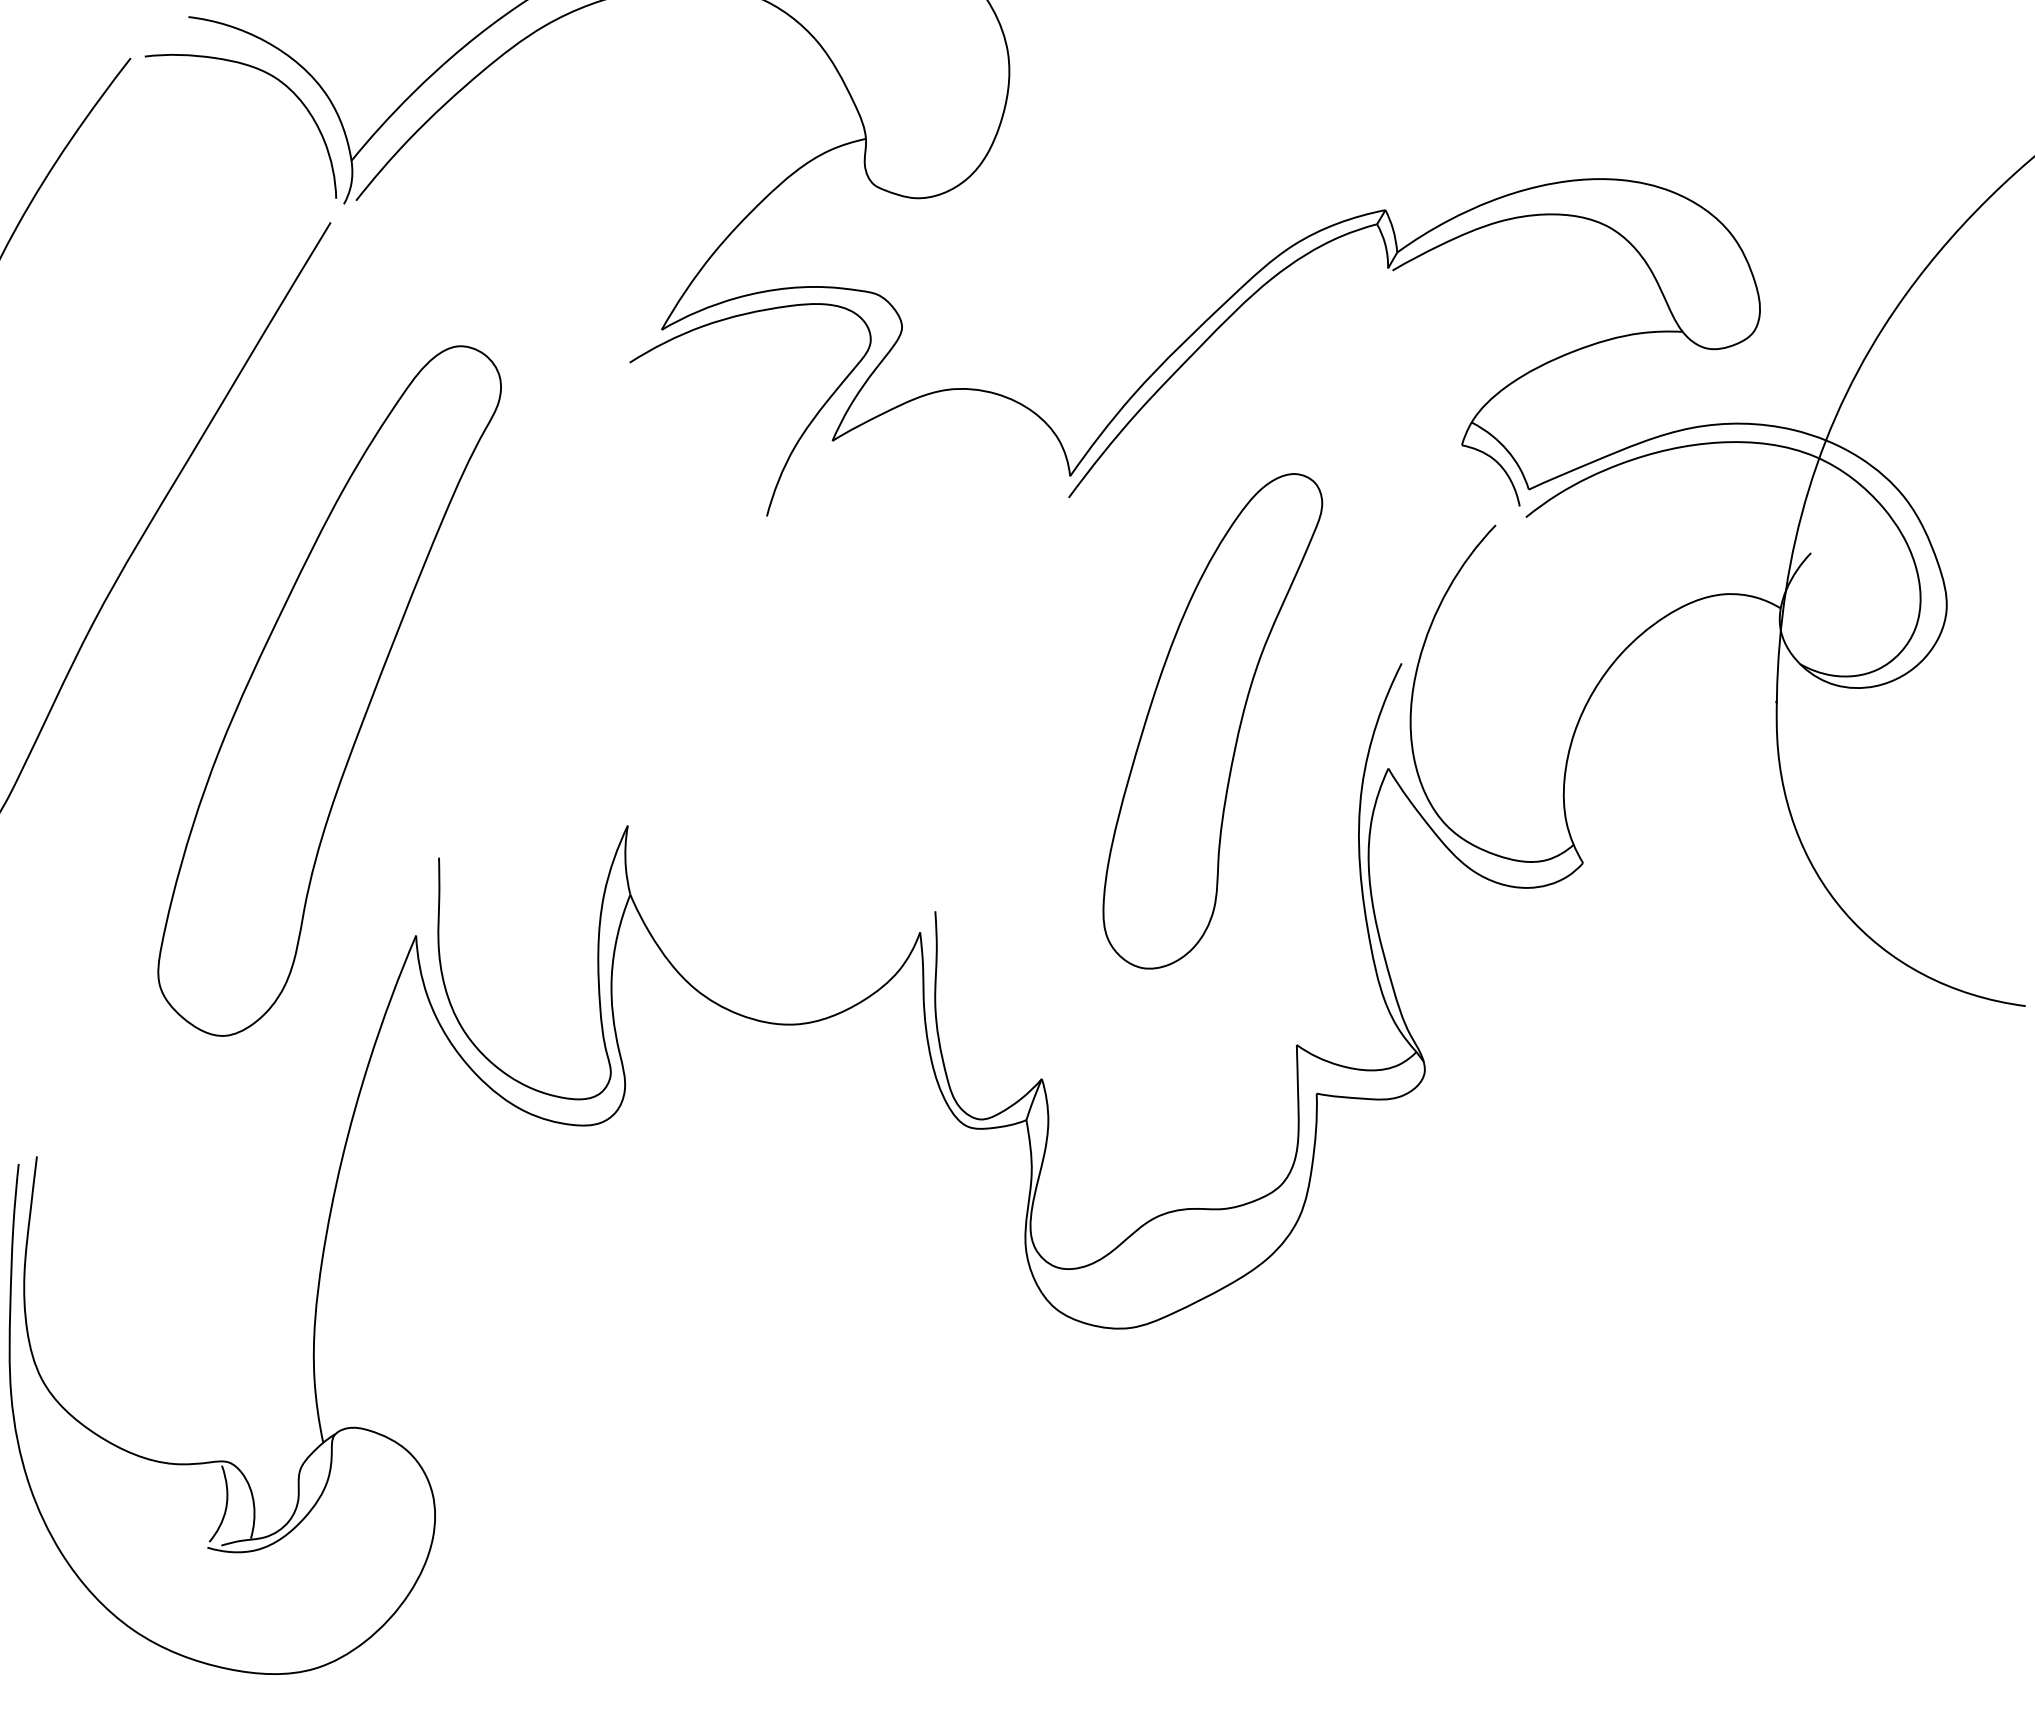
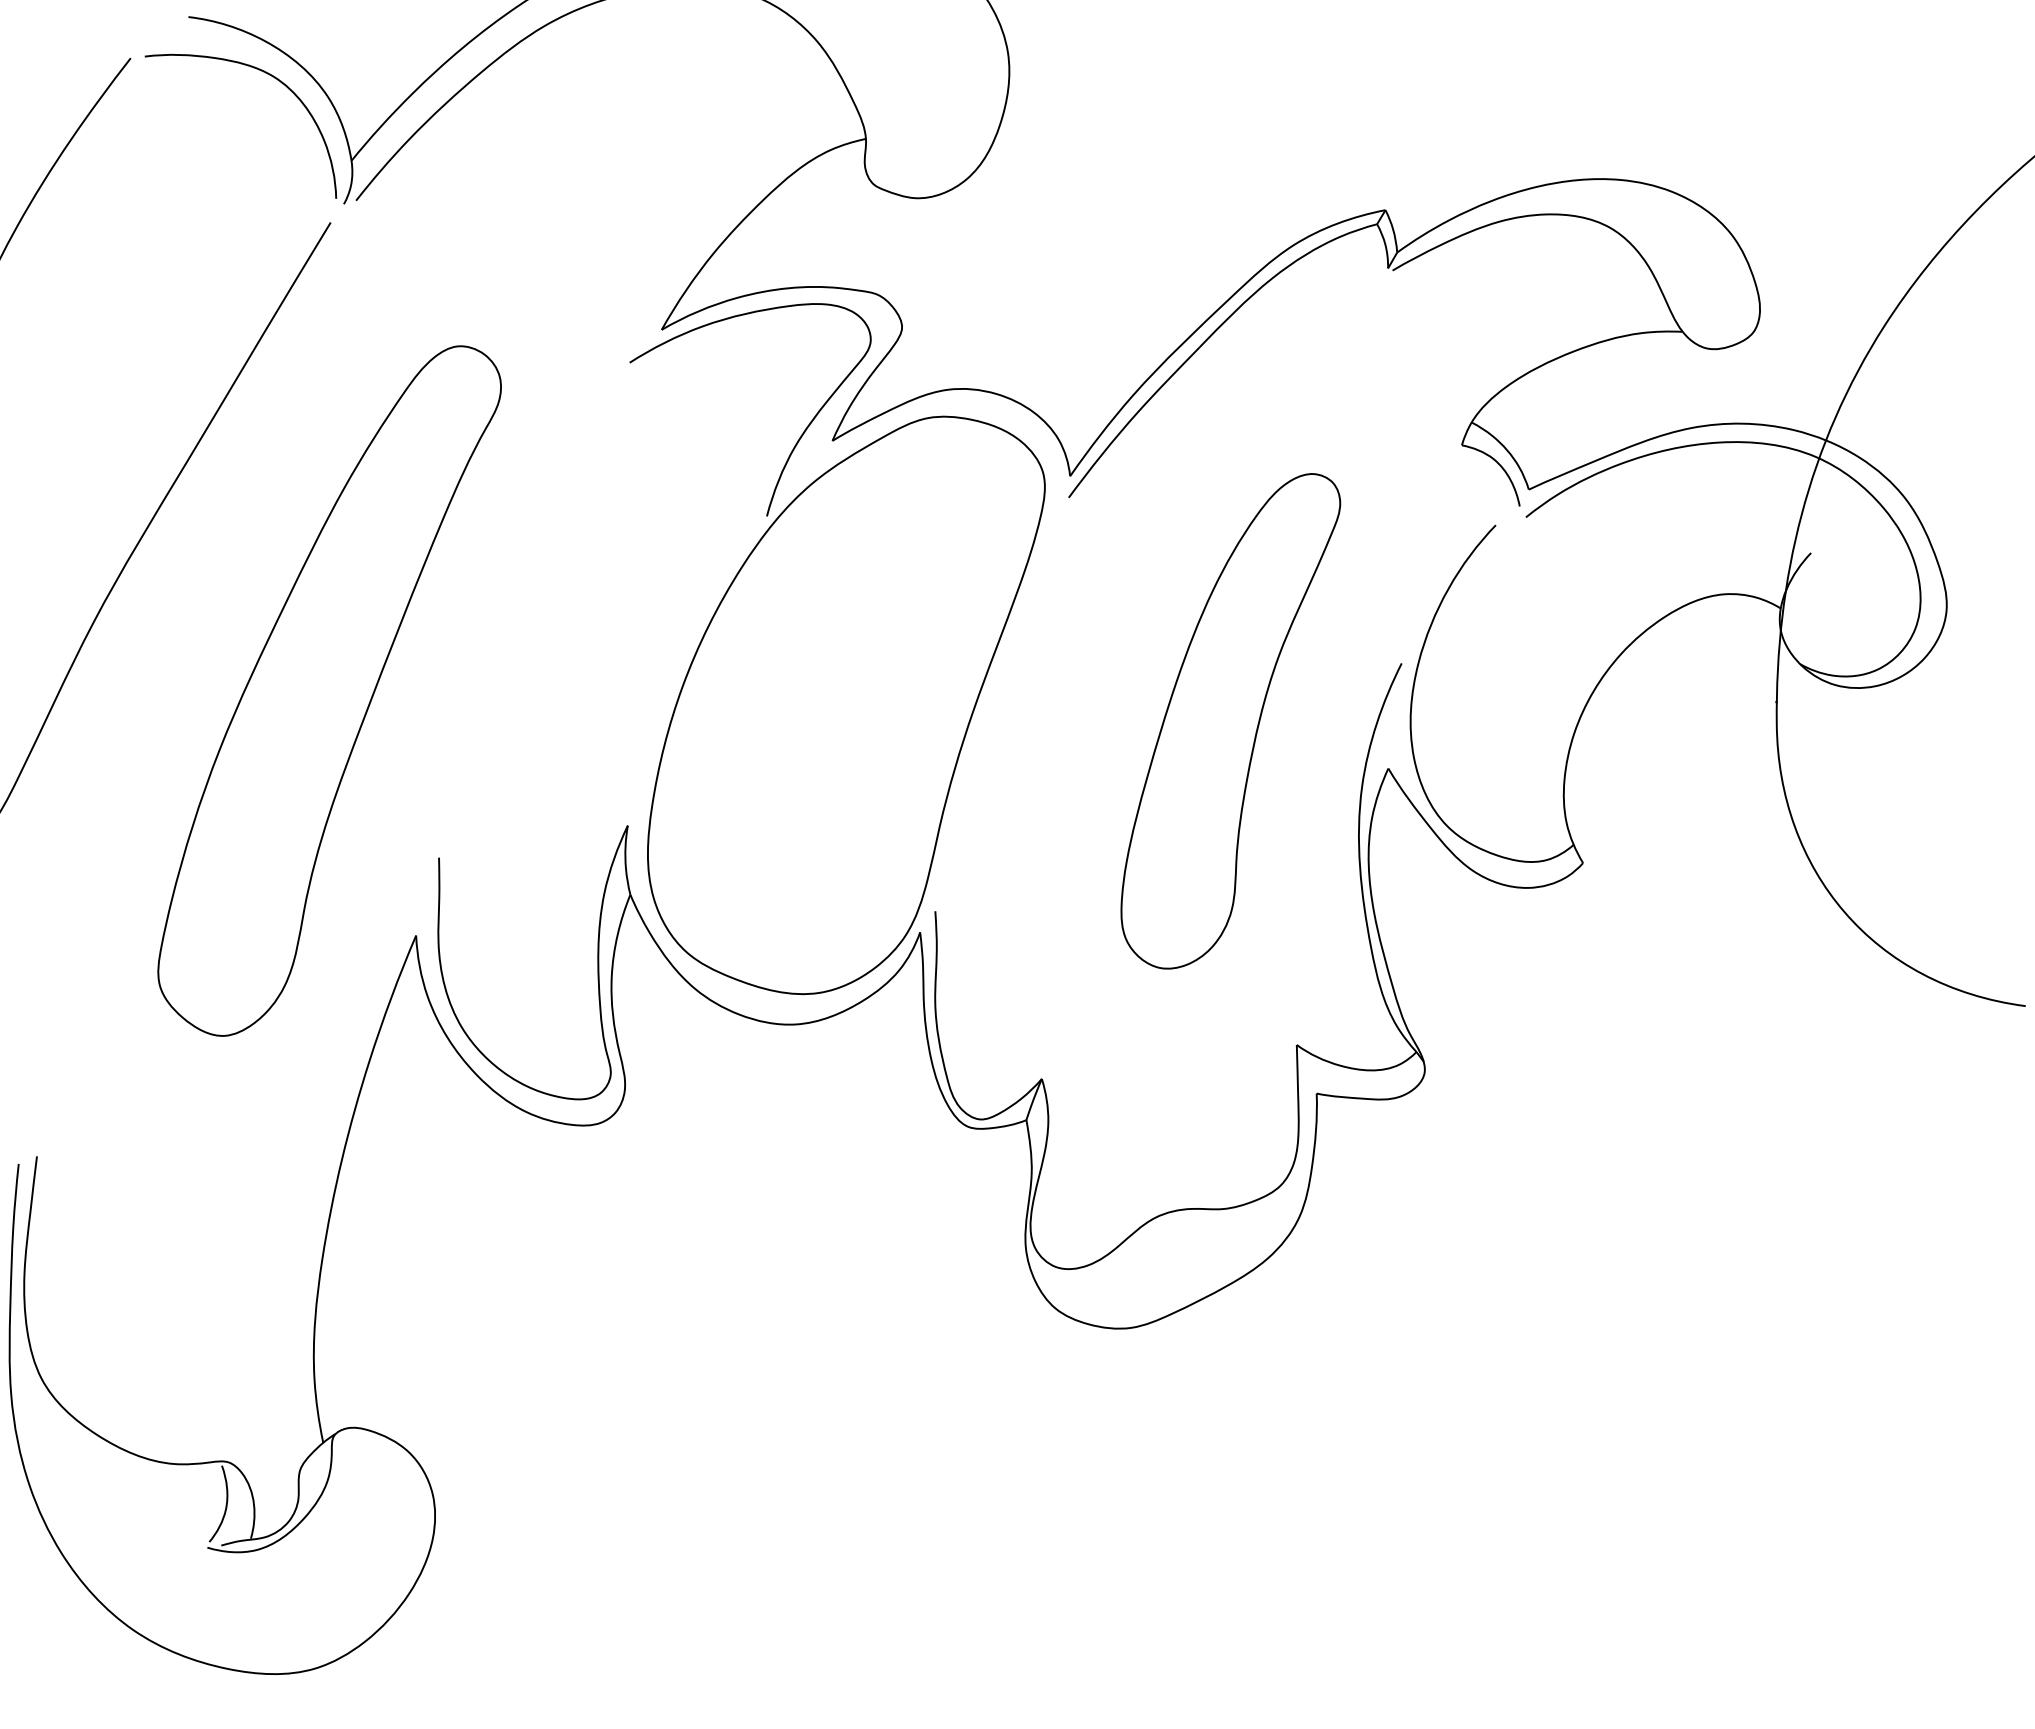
part at (846, 705): none -> present
part at (1212, 721) position: (1212, 721) -> (1230, 721)
